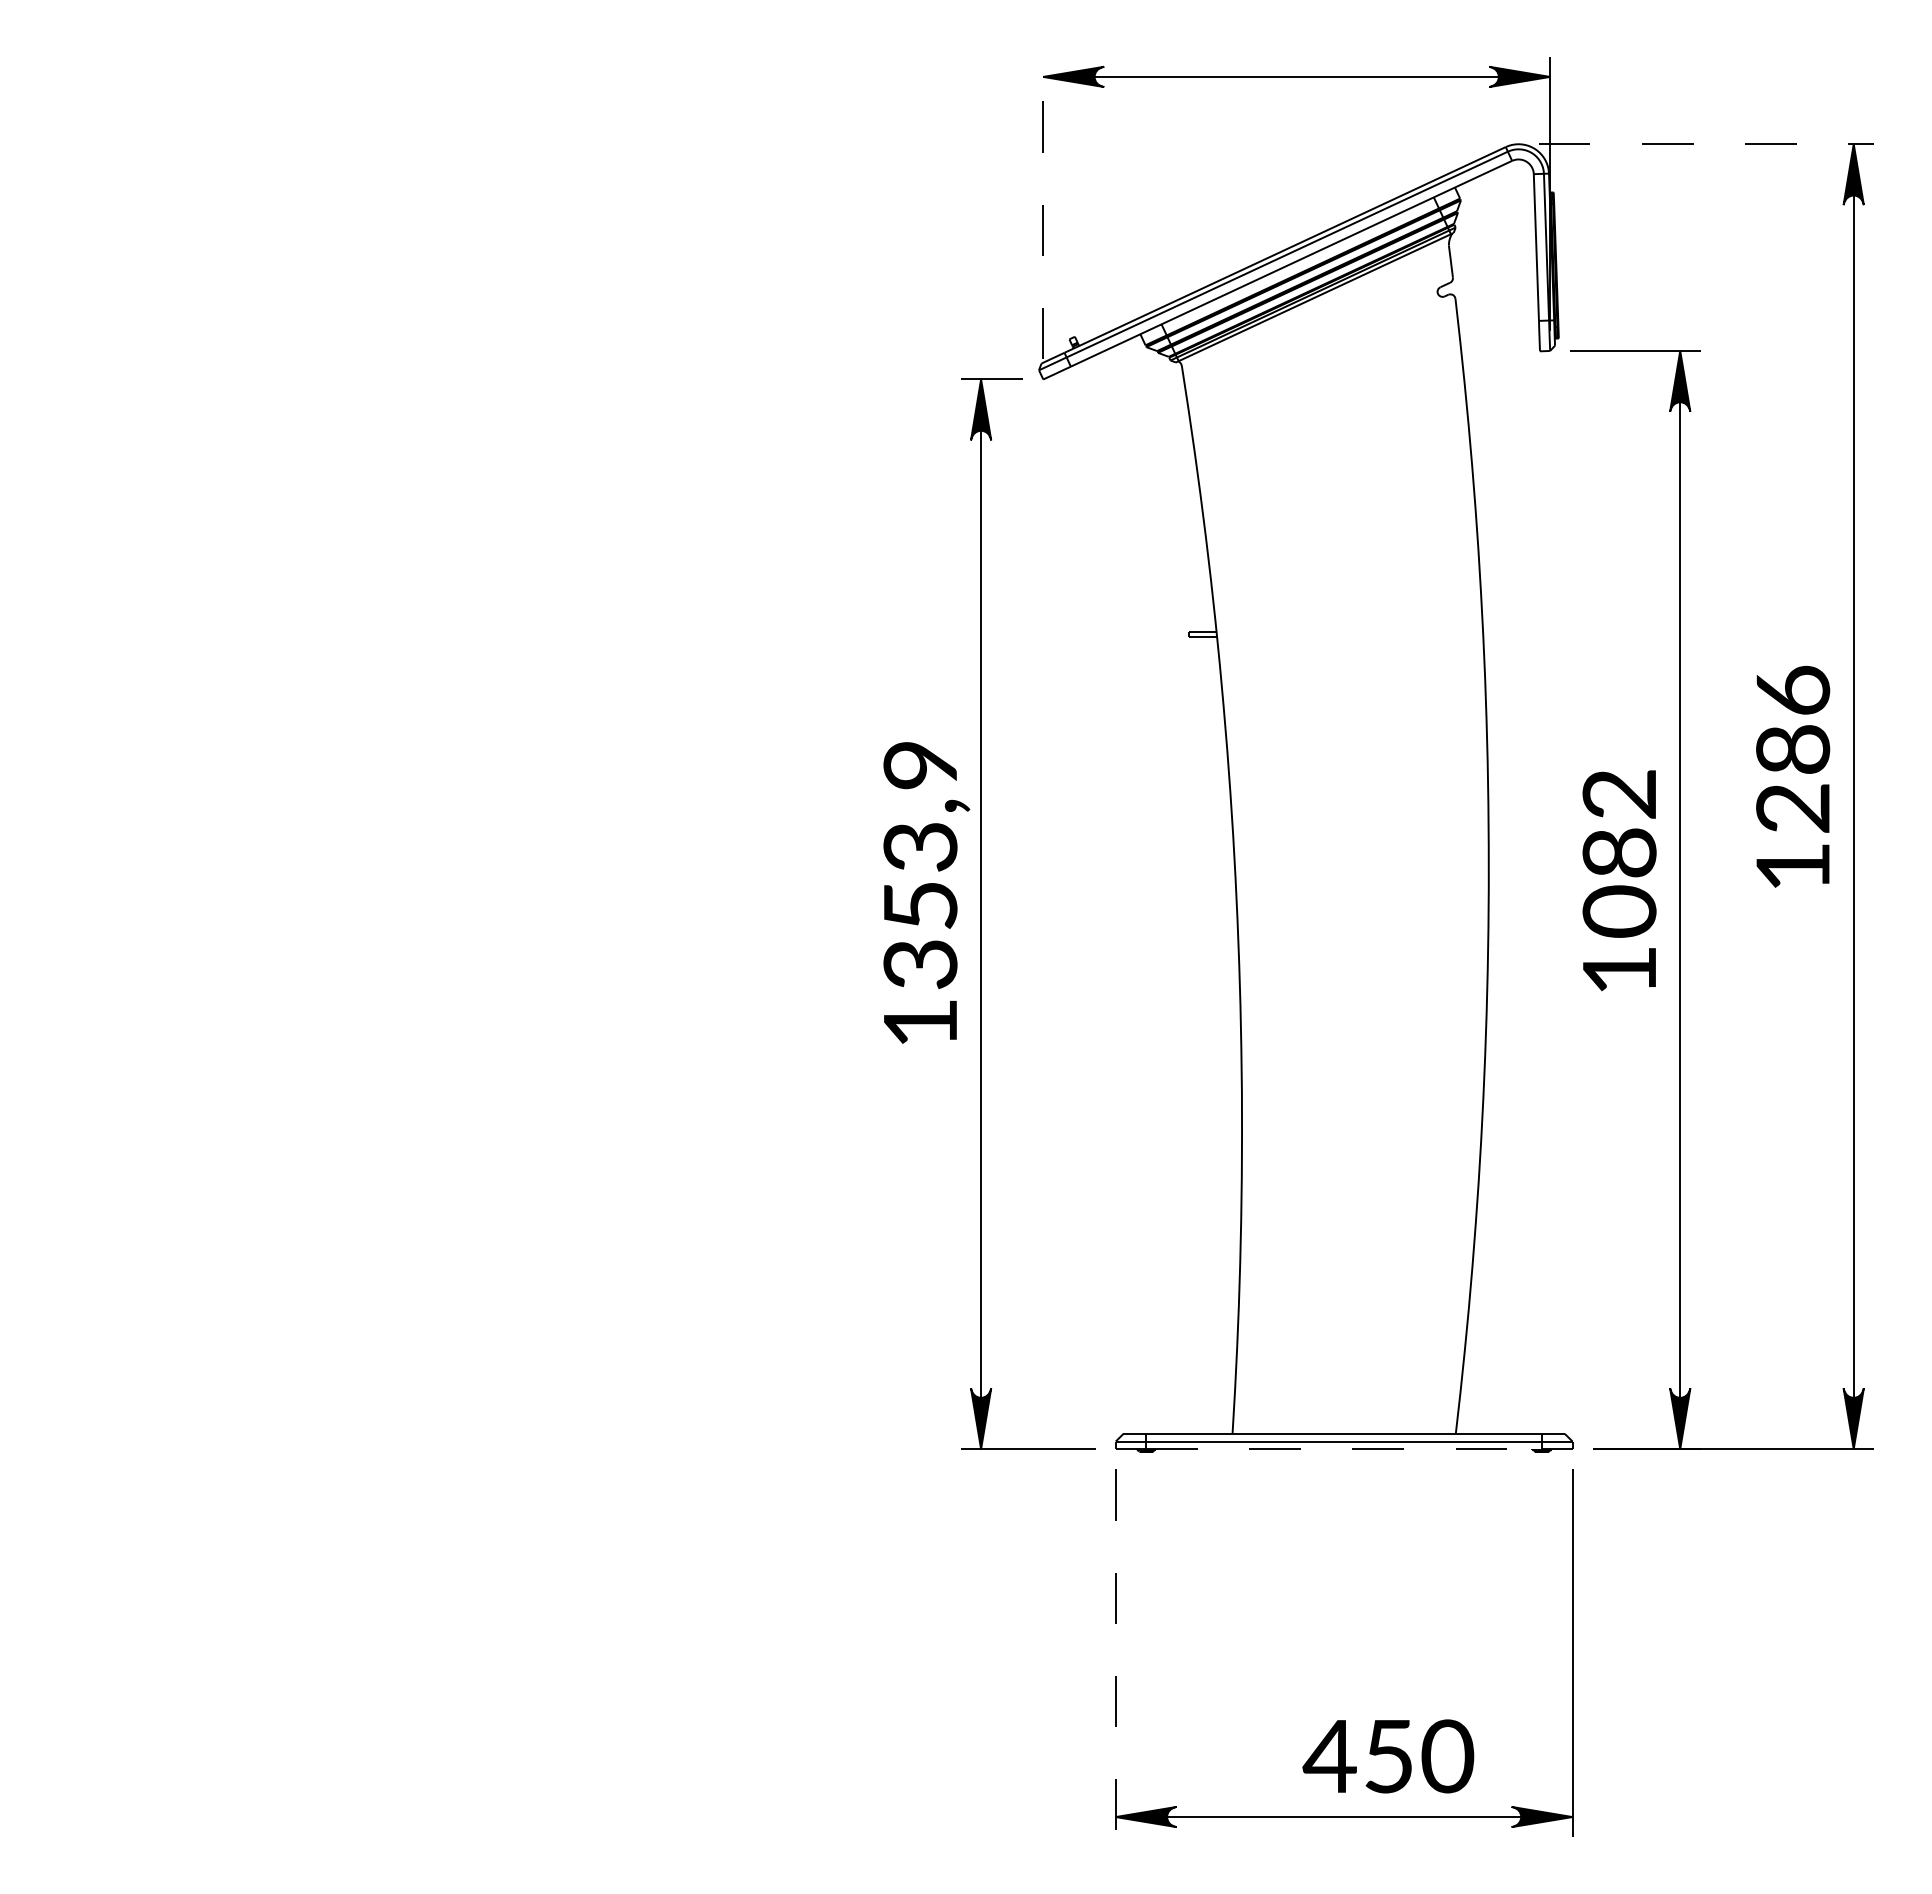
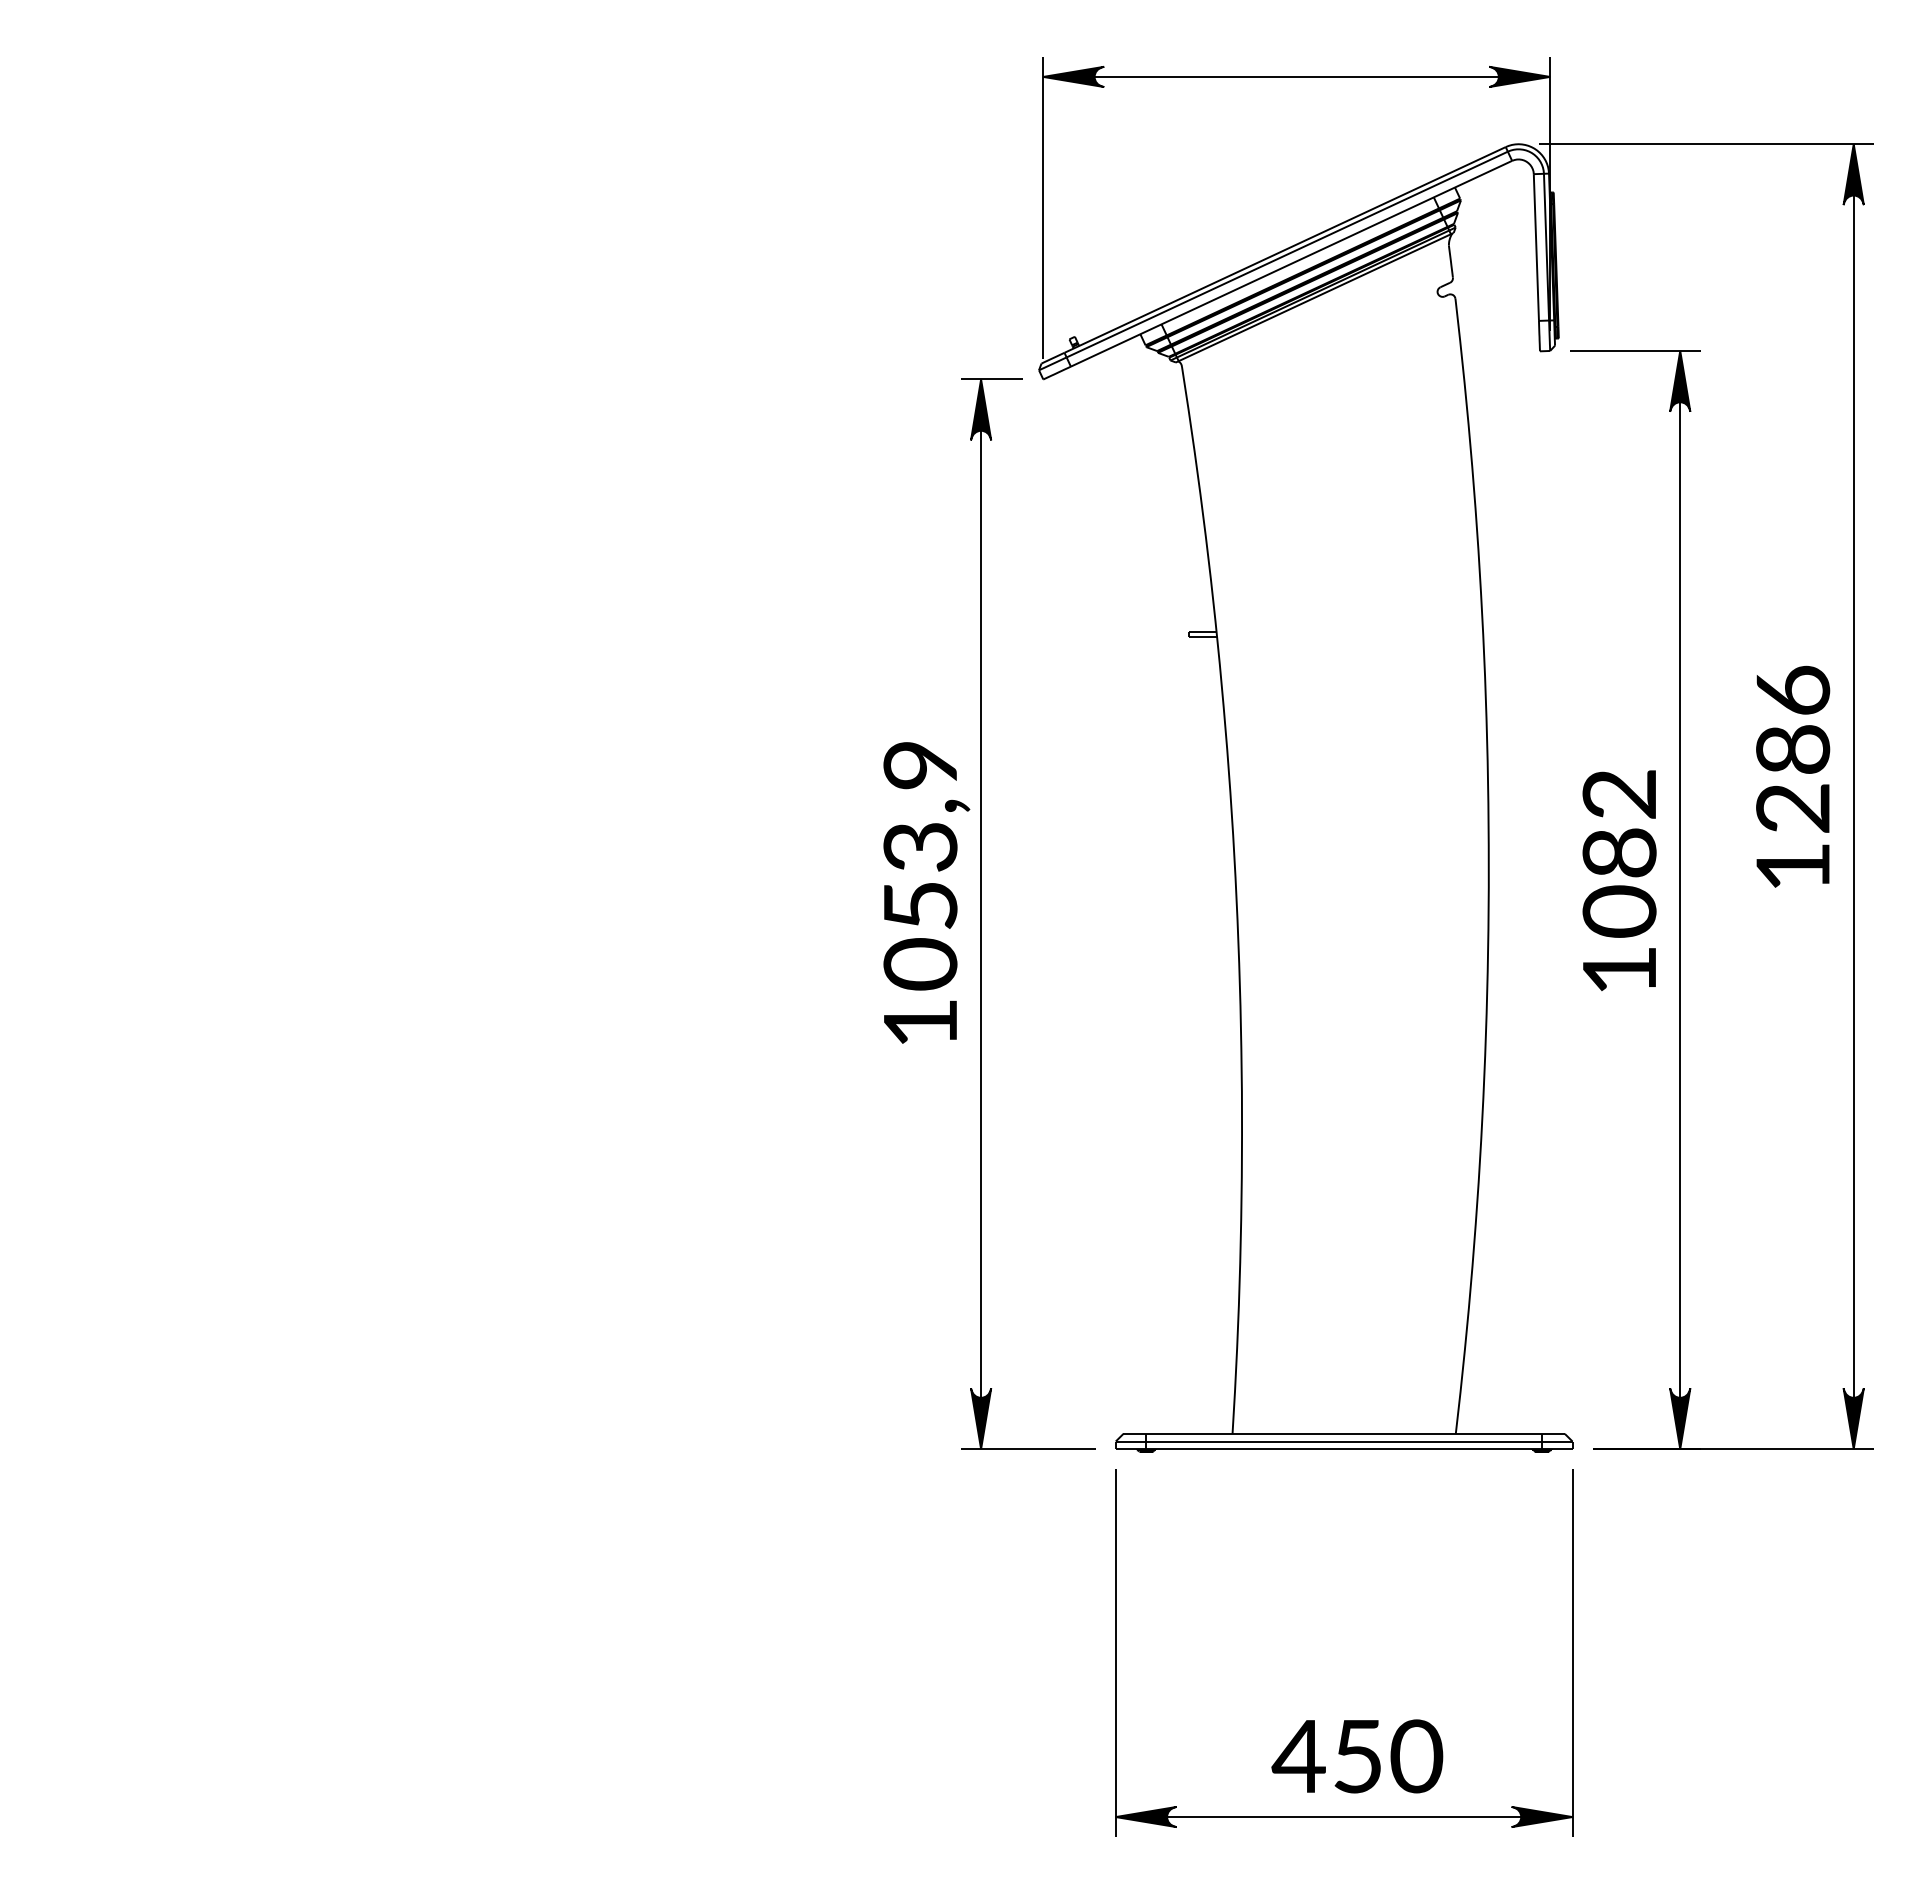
line at (1706, 144): dashed -> solid
line at (1043, 207): dashed -> solid
text at (920, 964): 1353,9 -> 1053,9
line at (1344, 1449): dashed -> solid
line at (1115, 1653): dashed -> solid
text at (1388, 1756) position: (1388, 1756) -> (1357, 1756)
